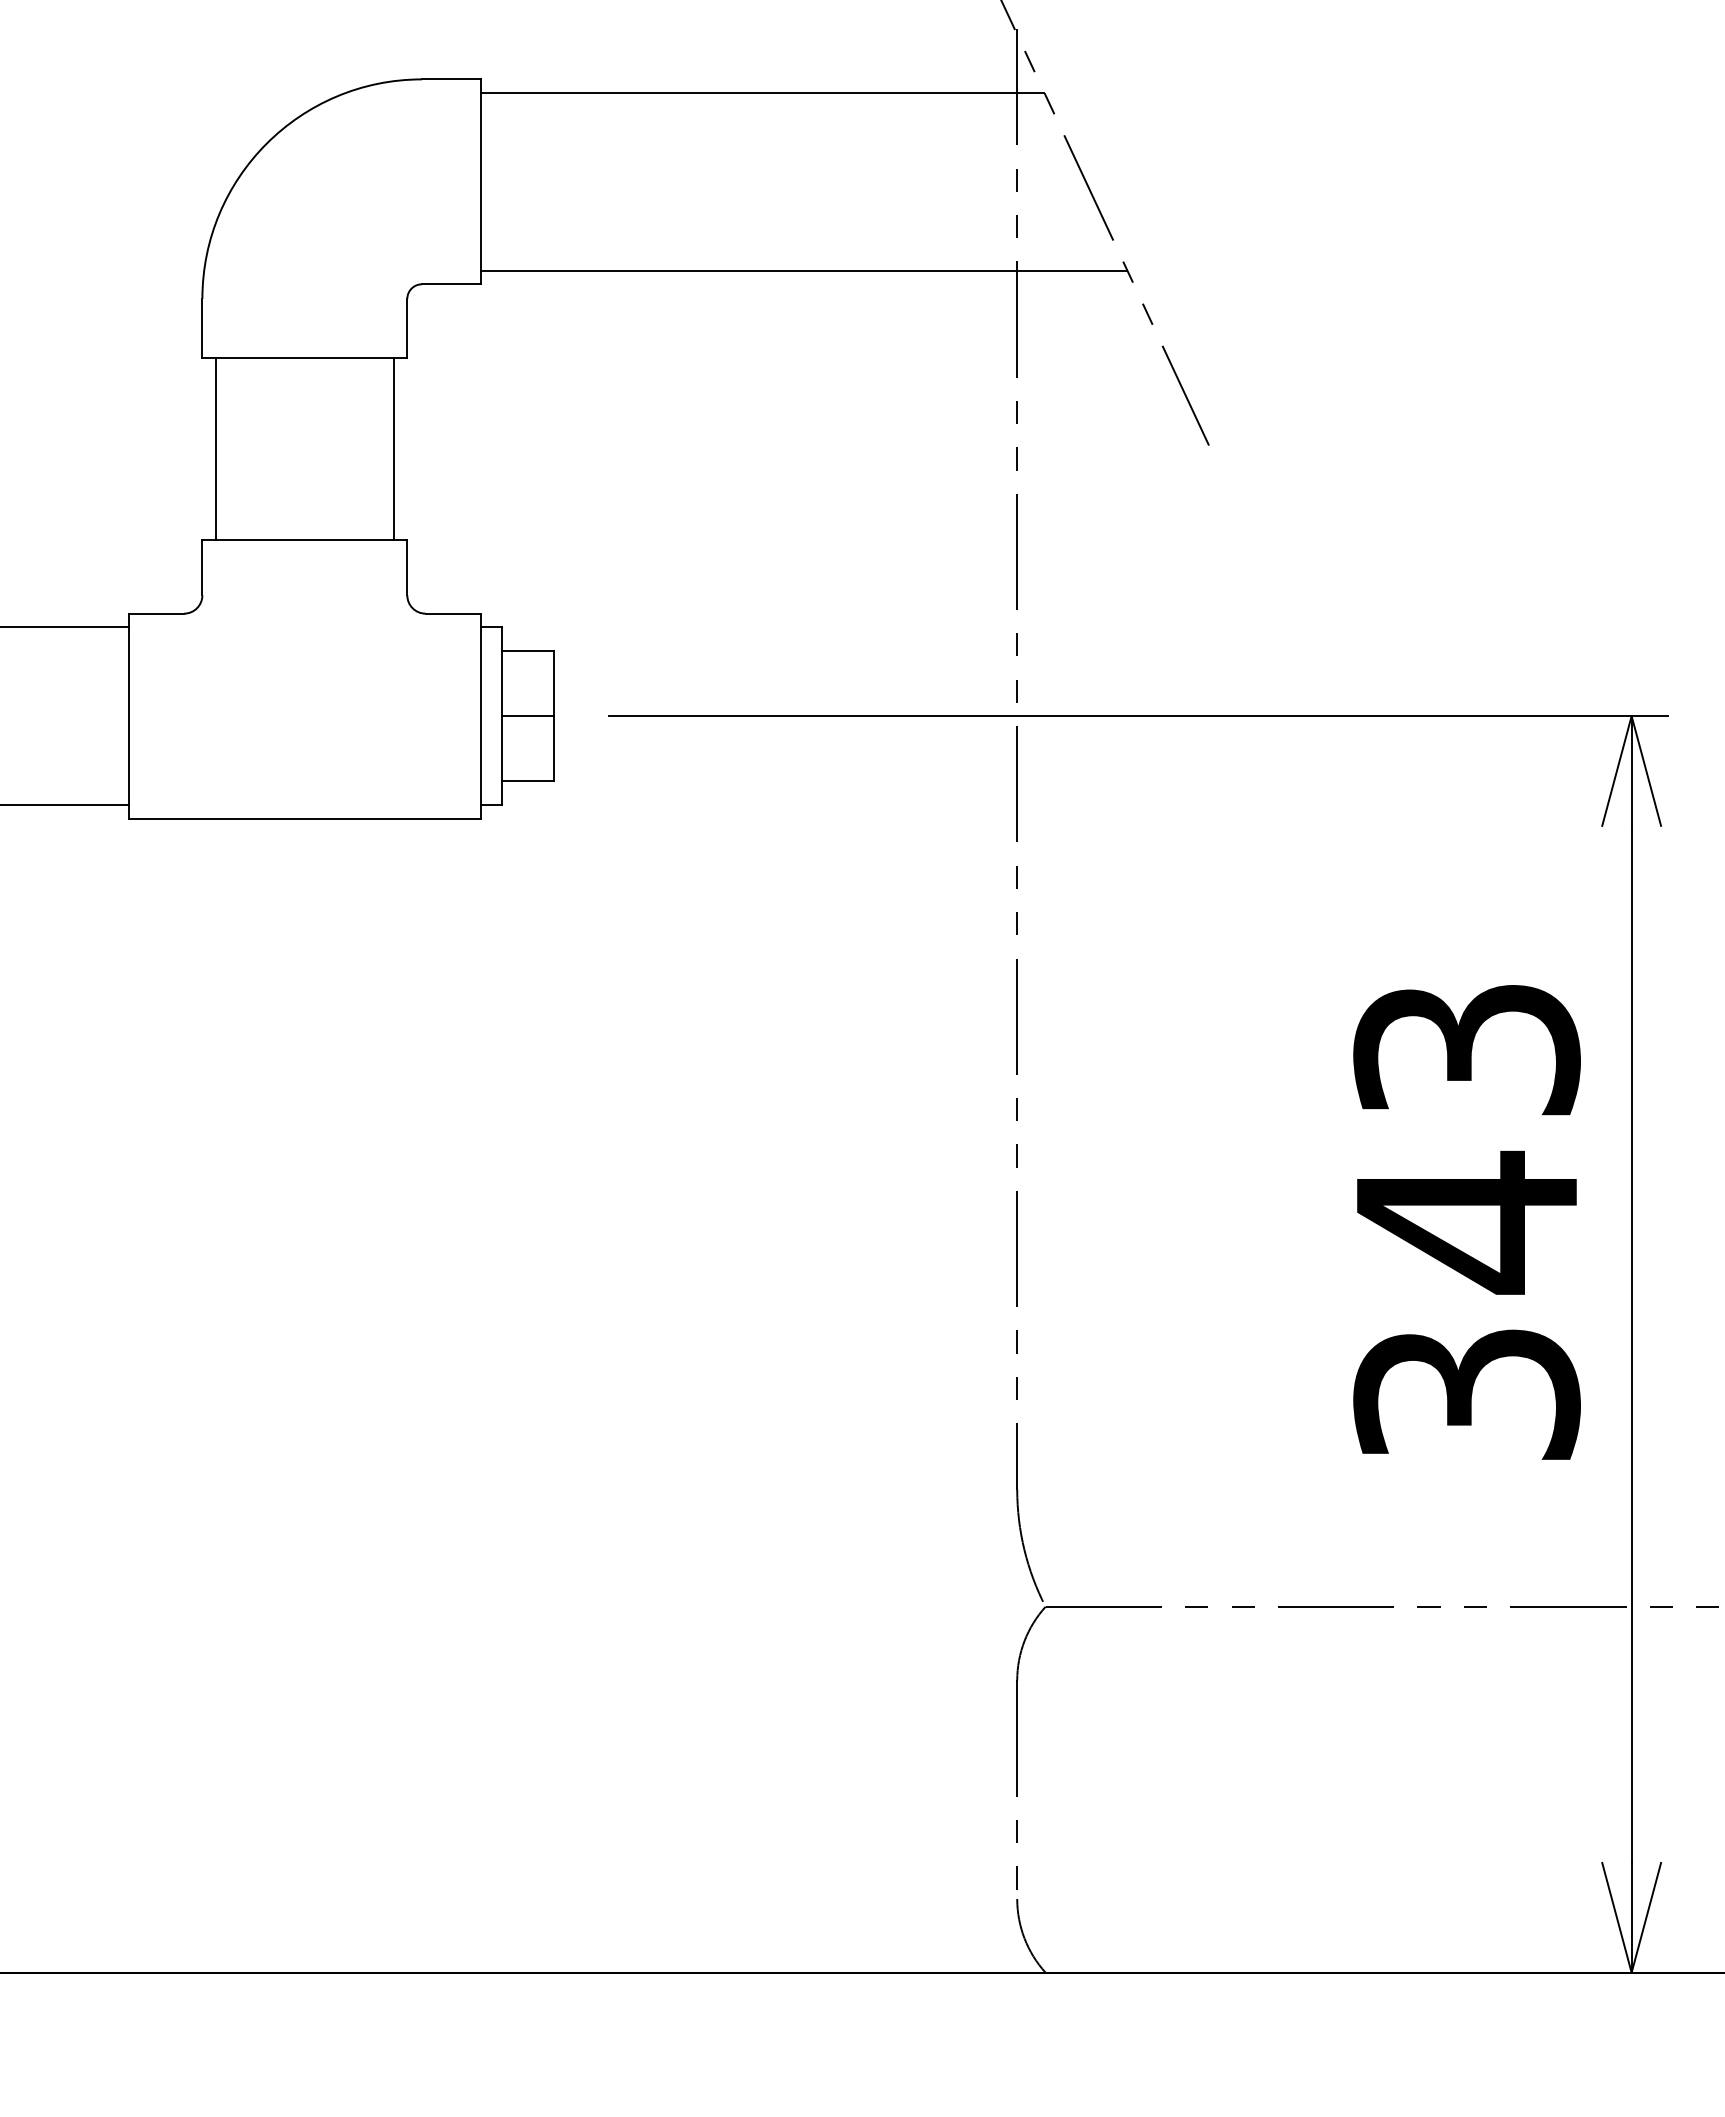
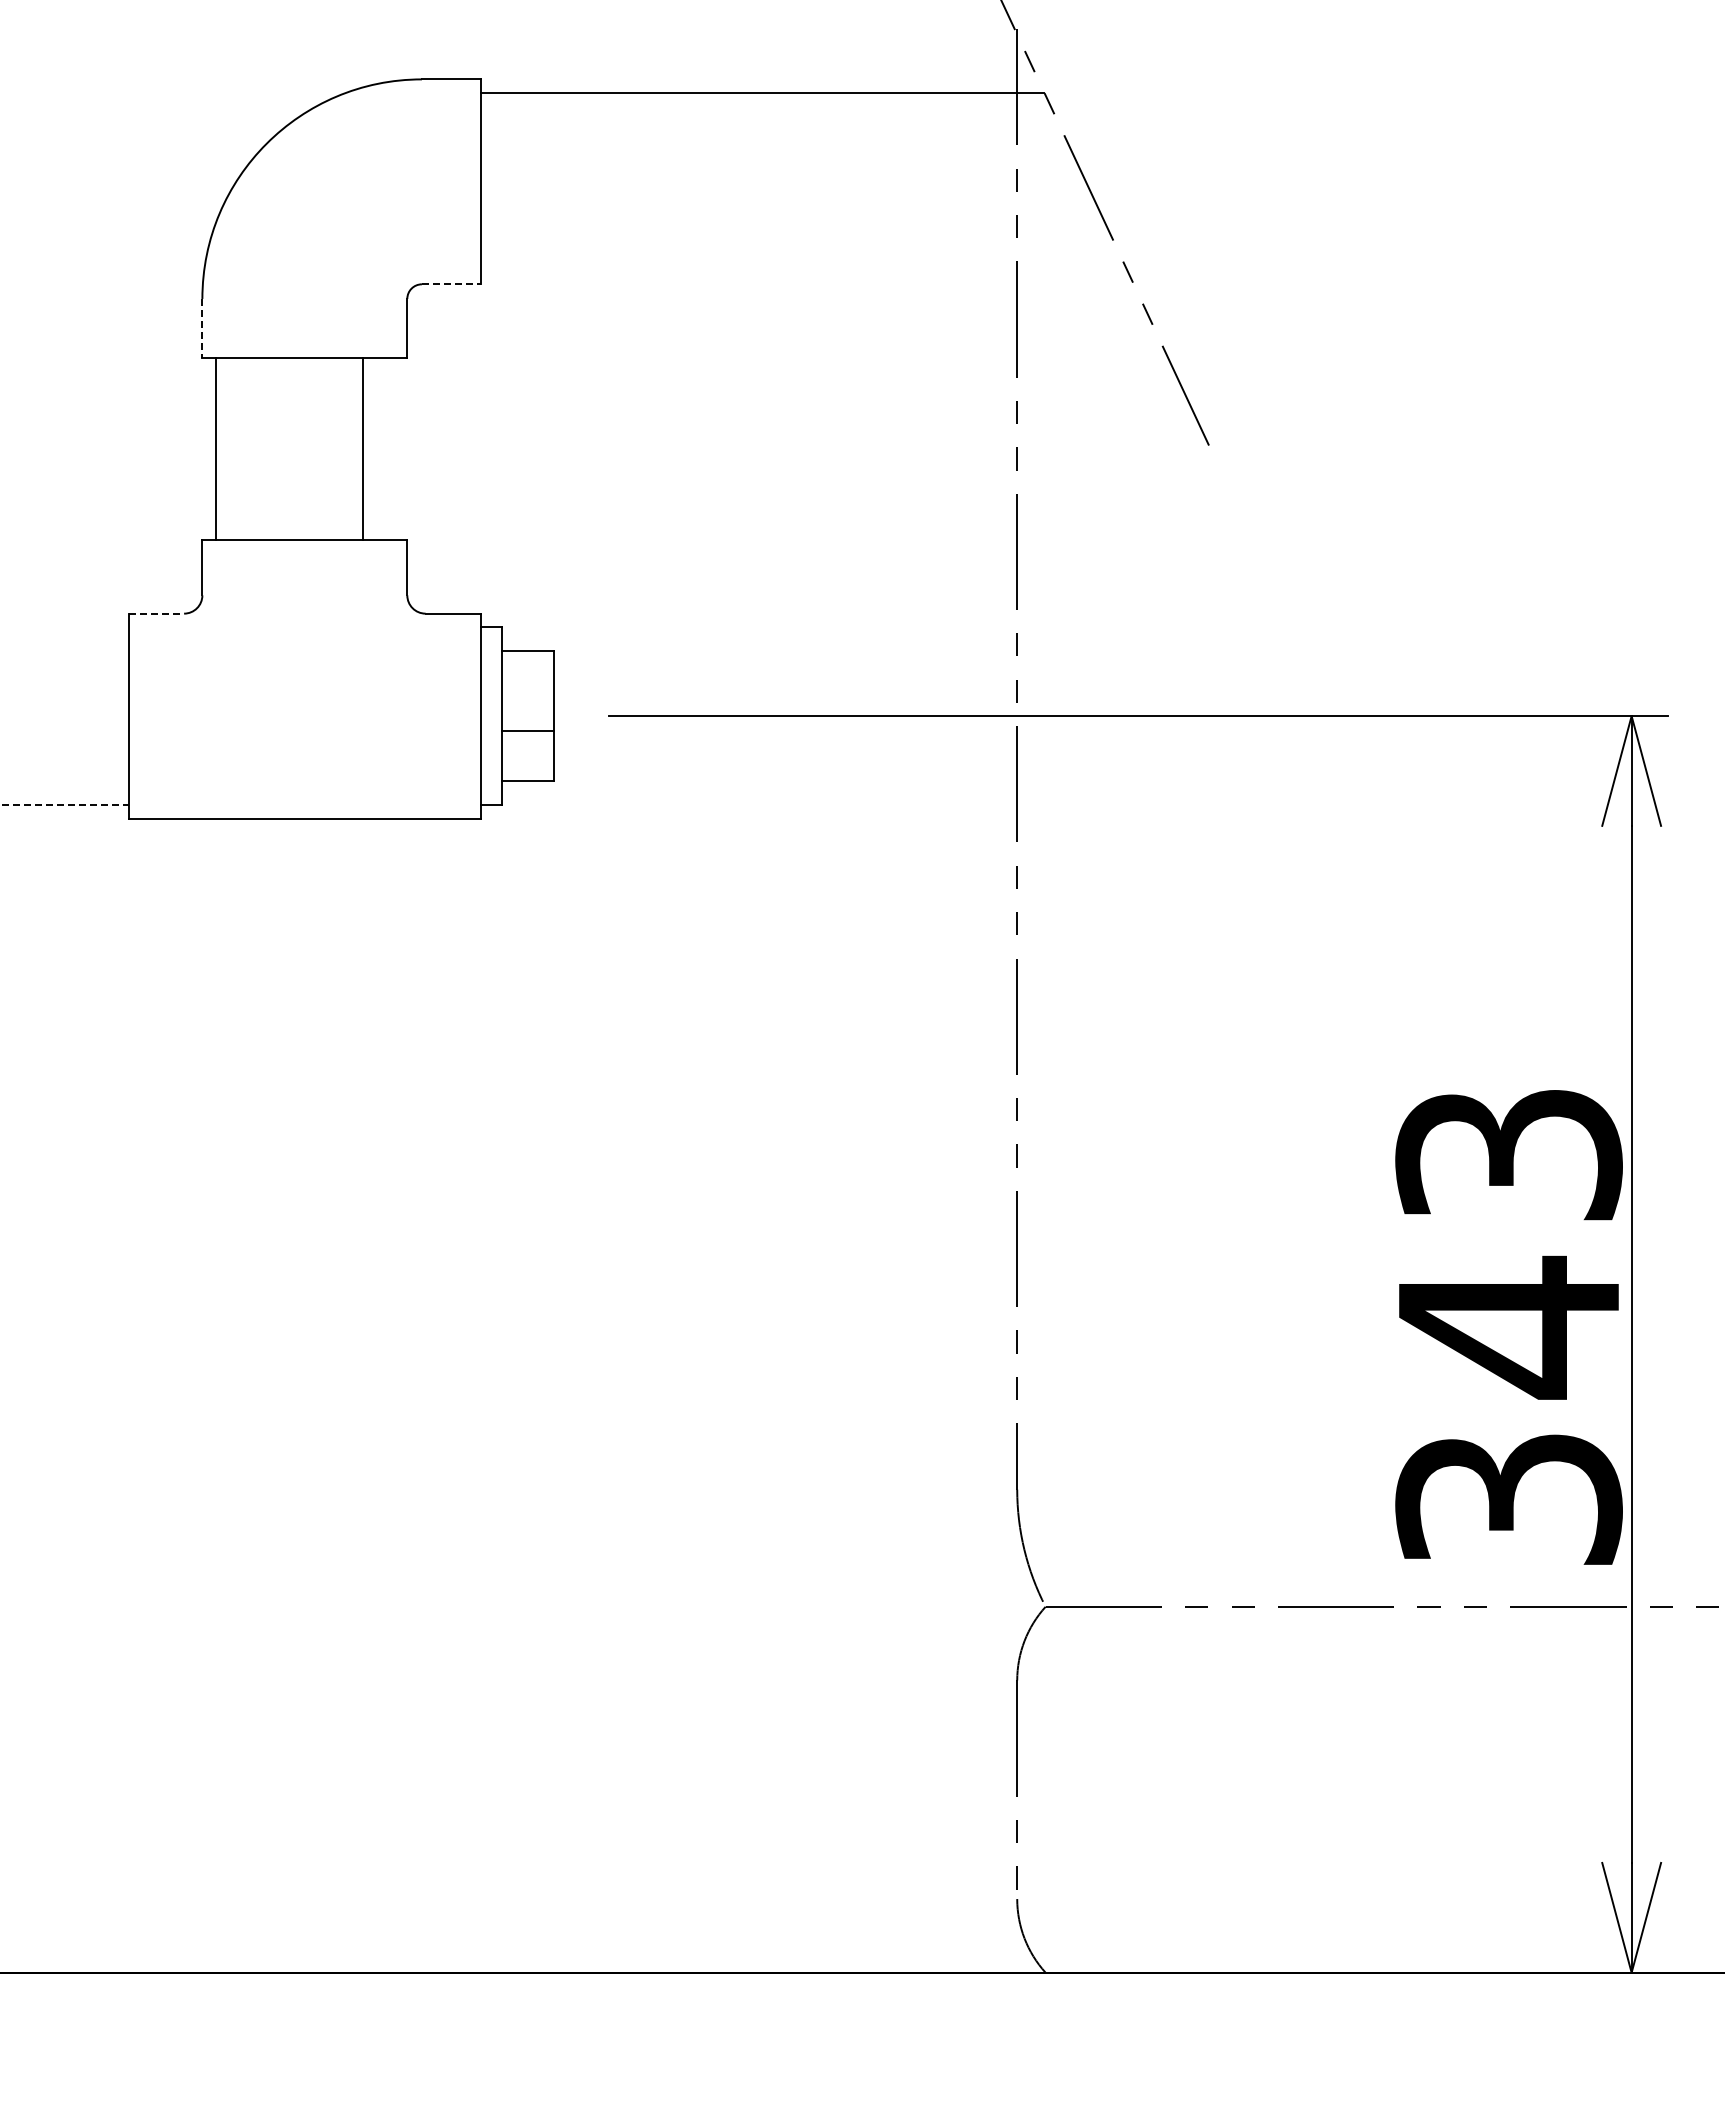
line at (803, 270): present -> none
line at (451, 284): solid -> dashed
line at (202, 328): solid -> dashed
line at (393, 448) position: (393, 448) -> (362, 448)
line at (157, 613): solid -> dashed
line at (65, 627): present -> none
line at (527, 716) position: (527, 716) -> (527, 731)
line at (65, 805): solid -> dashed
text at (1466, 1222) position: (1466, 1222) -> (1508, 1327)
